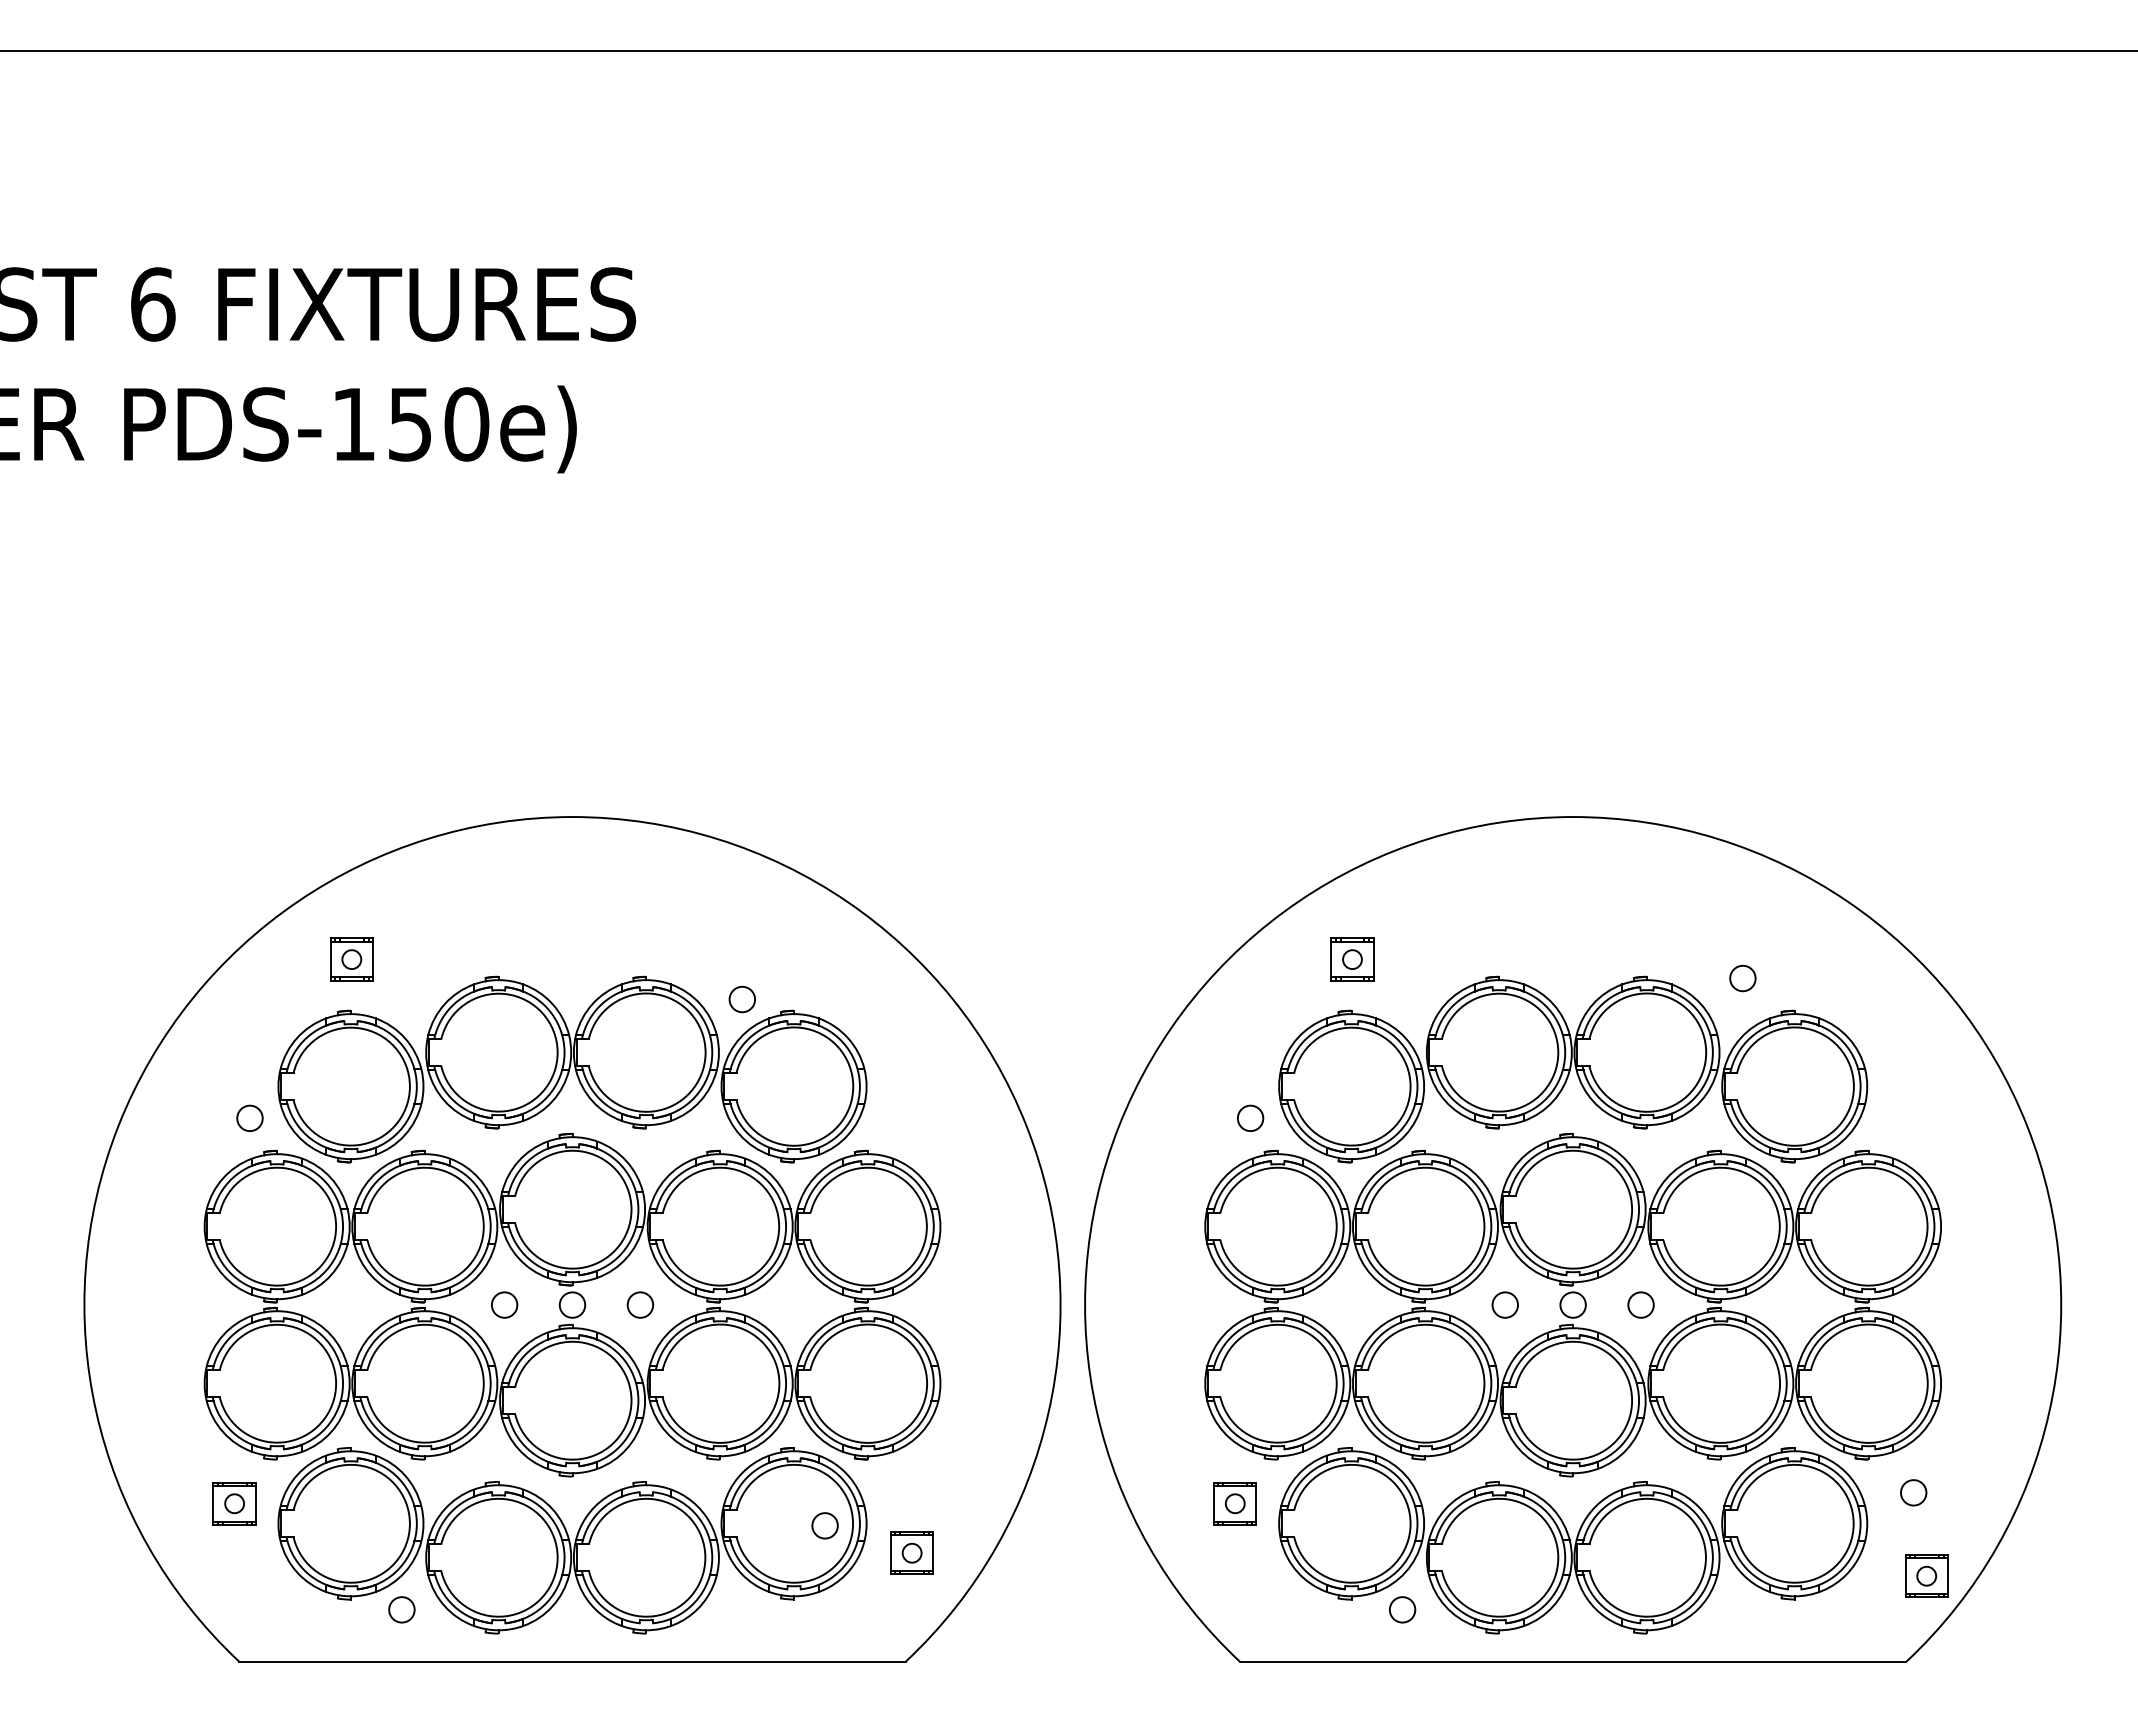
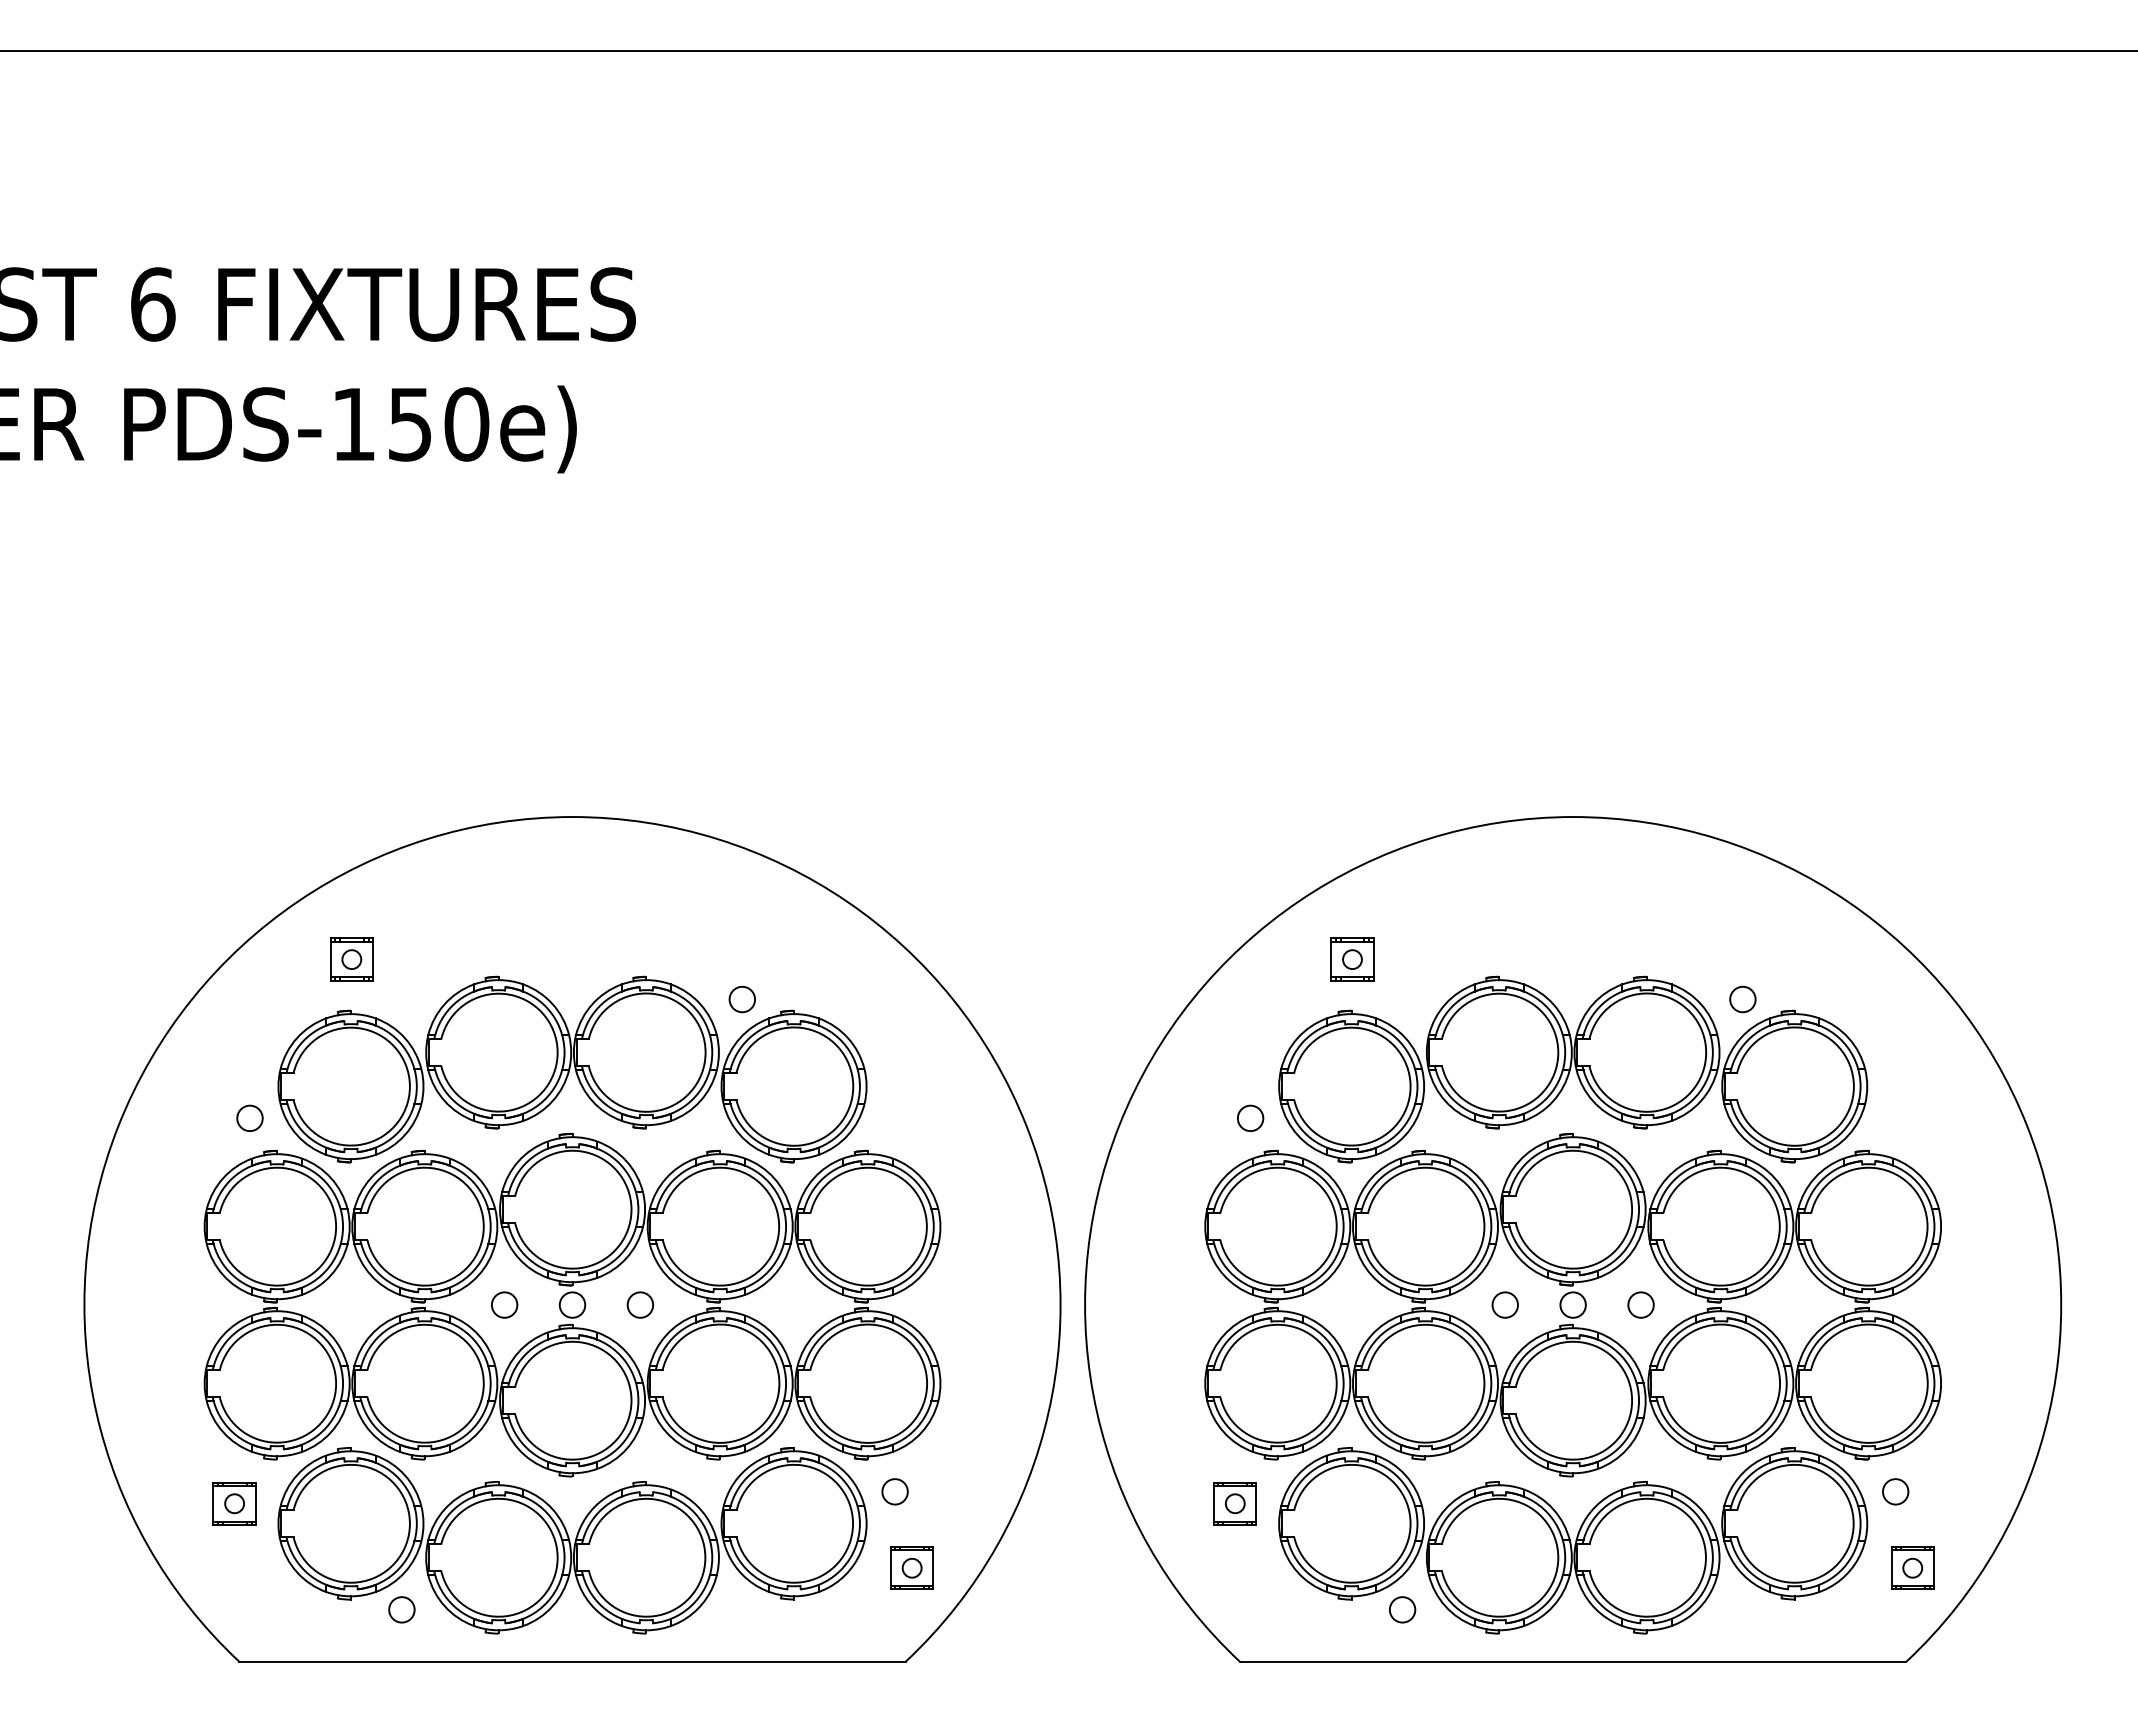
circle at (1742, 978) position: (1742, 978) -> (1742, 999)
circle at (1913, 1492) position: (1913, 1492) -> (1895, 1491)
circle at (824, 1525) position: (824, 1525) -> (894, 1491)
part at (911, 1552) position: (911, 1552) -> (911, 1567)
part at (1926, 1575) position: (1926, 1575) -> (1912, 1567)
